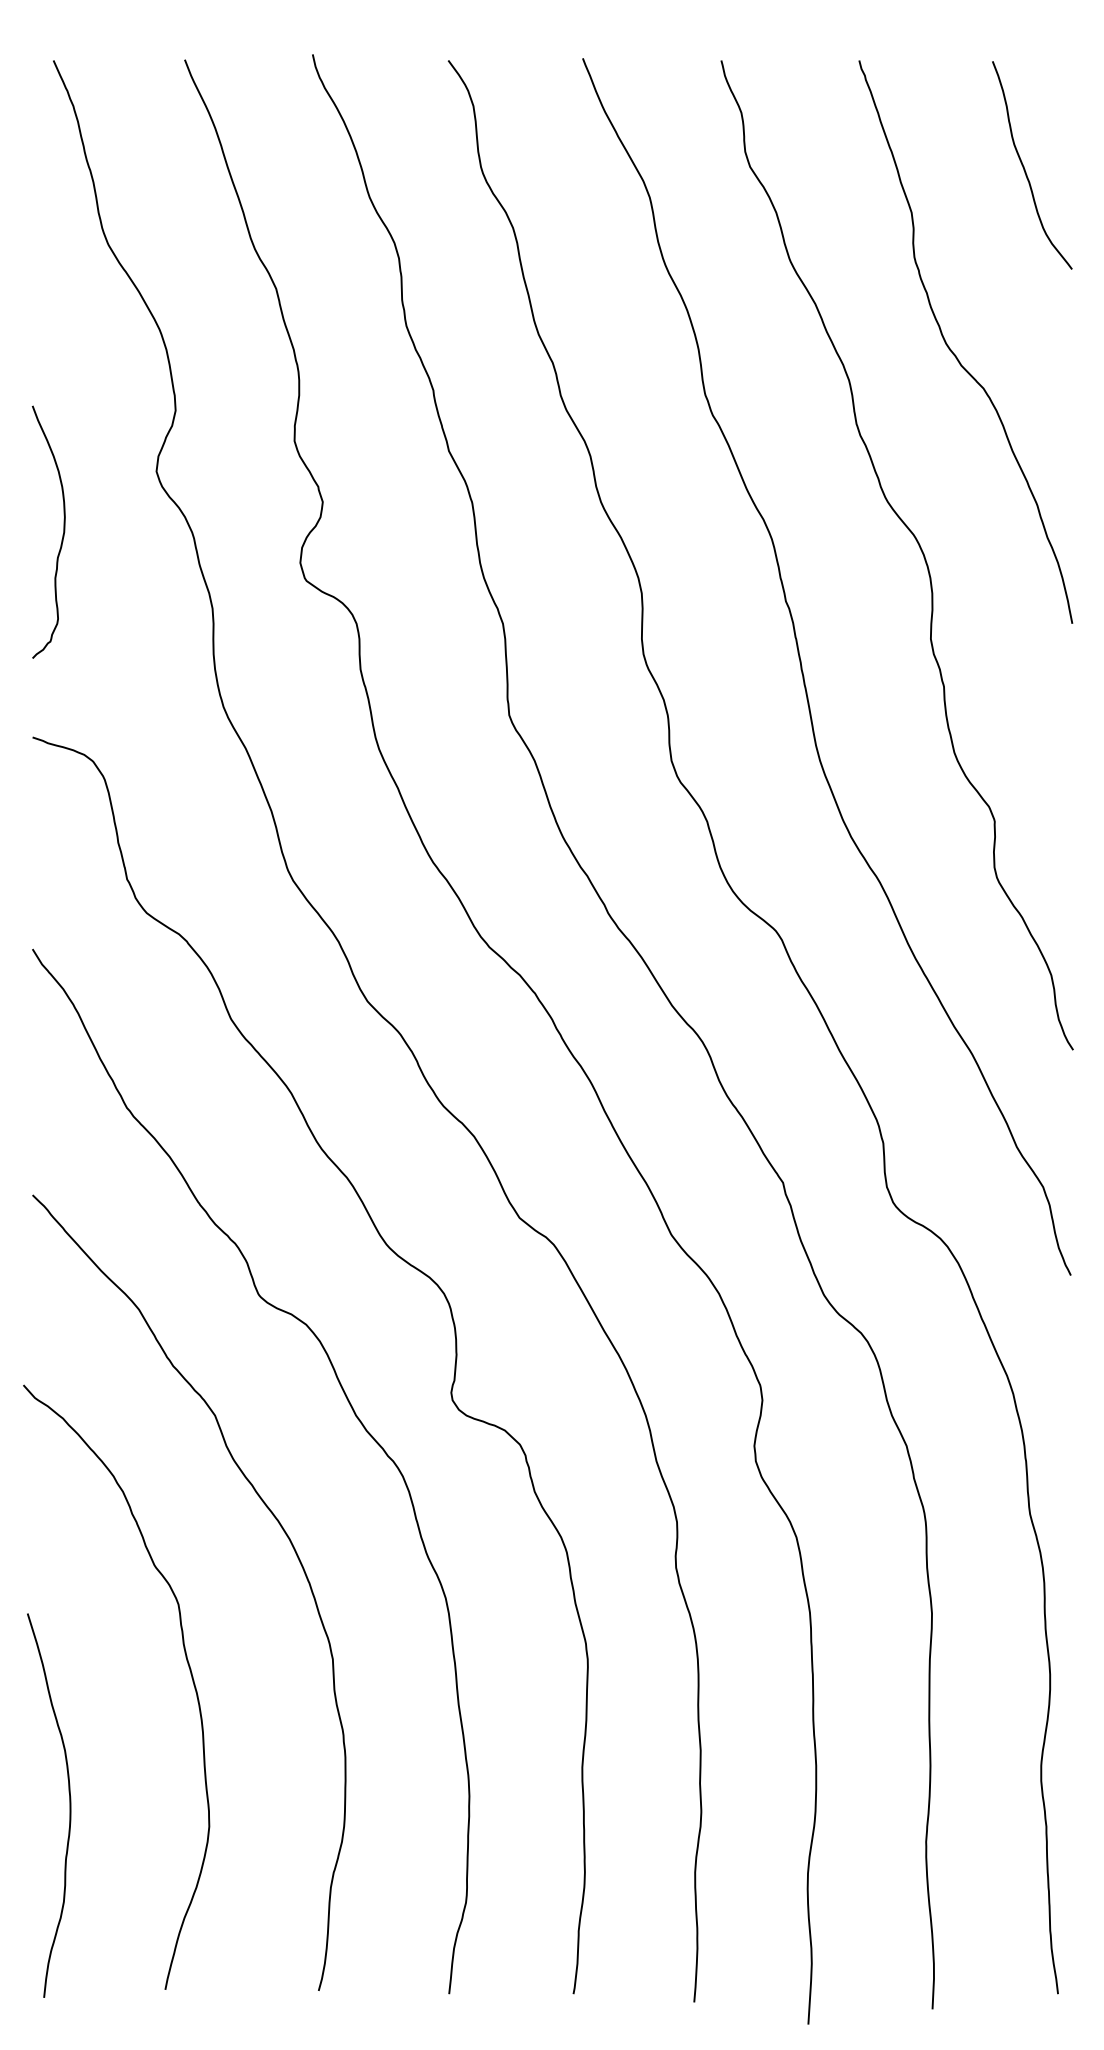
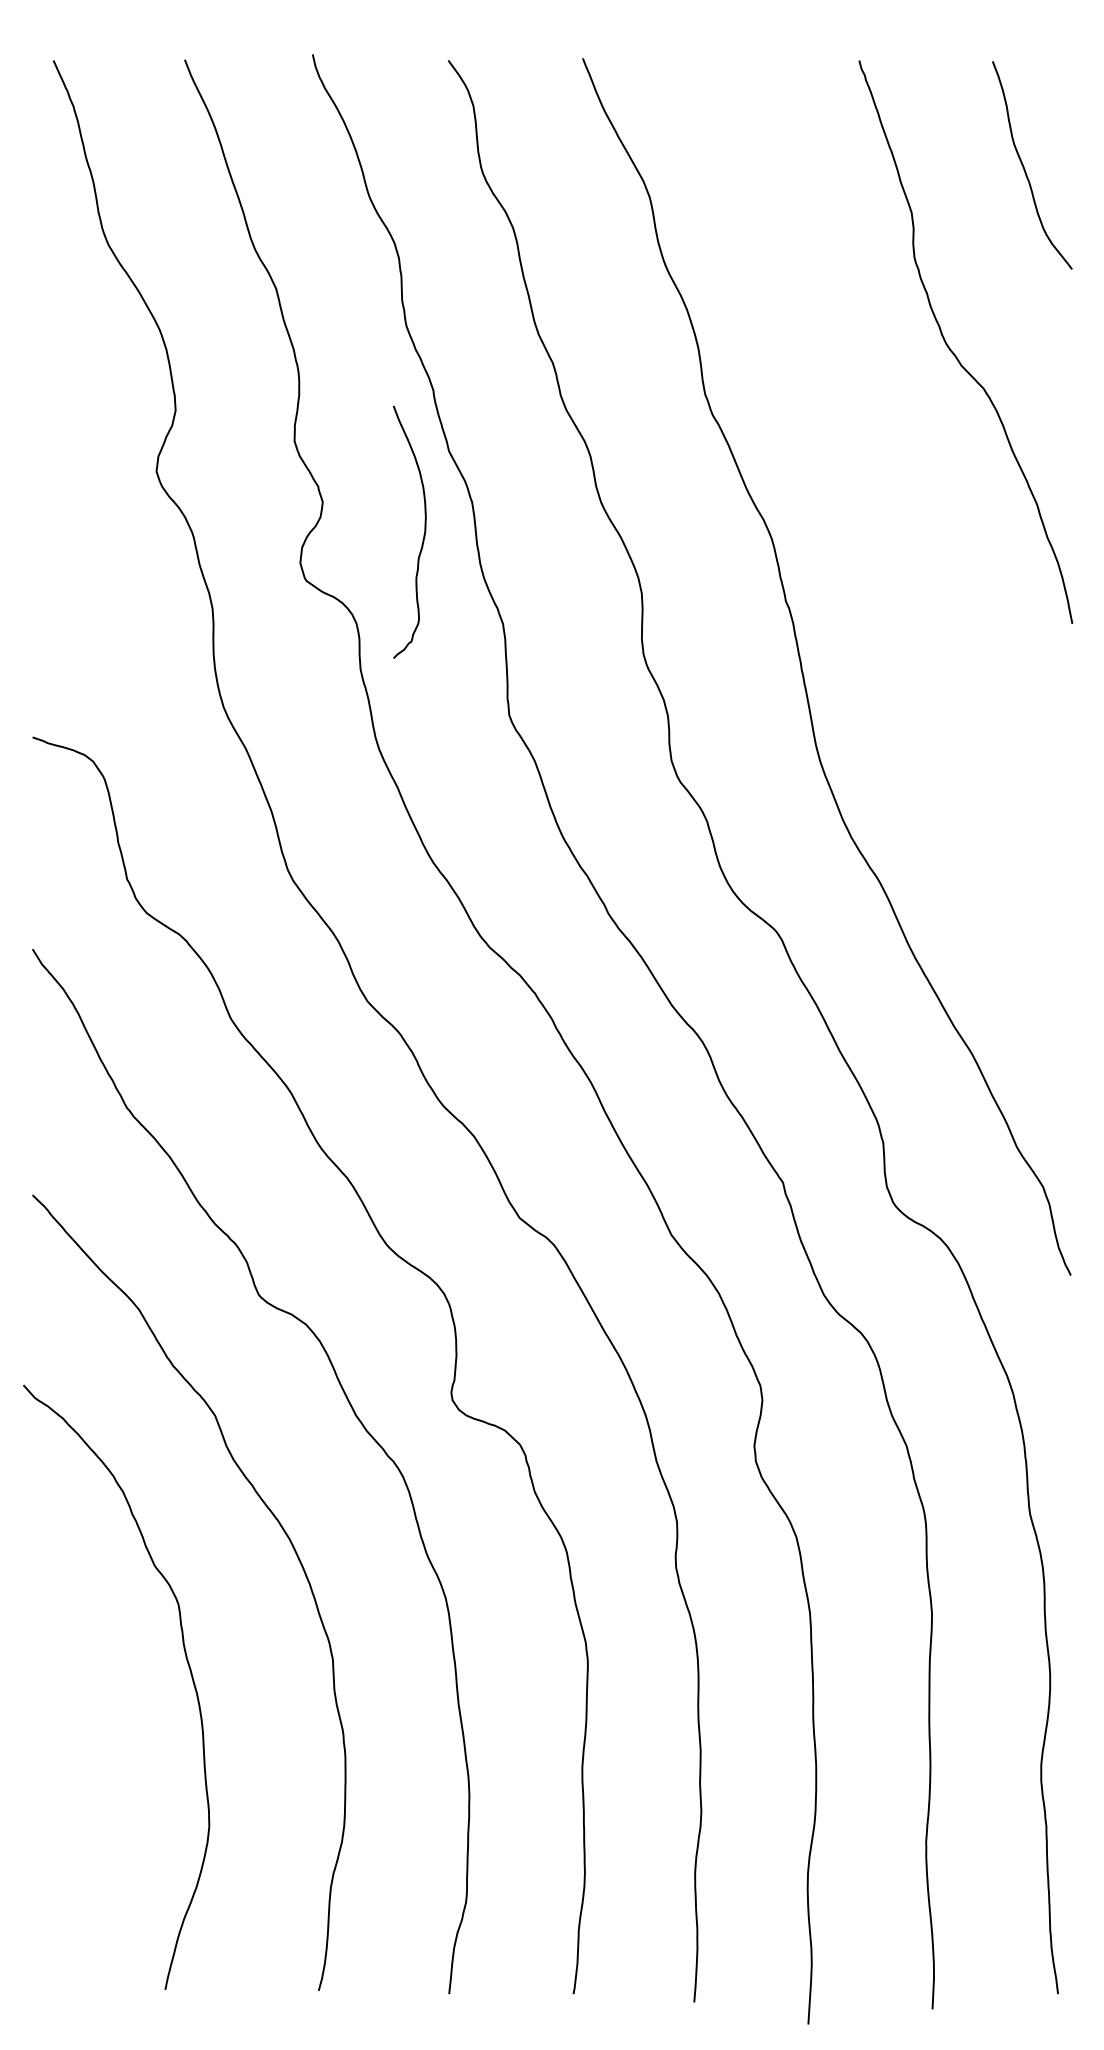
curve at (62, 534) position: (62, 534) -> (423, 534)
curve at (919, 548): present -> none
curve at (69, 1805): present -> none
